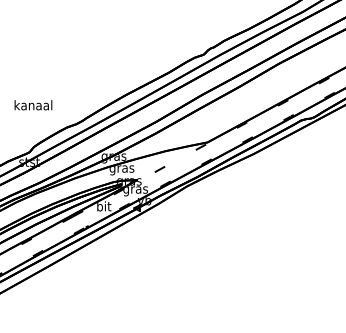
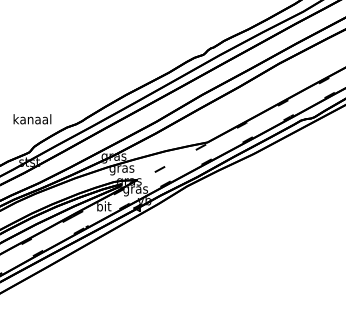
text at (33, 105) position: (33, 105) -> (32, 119)
